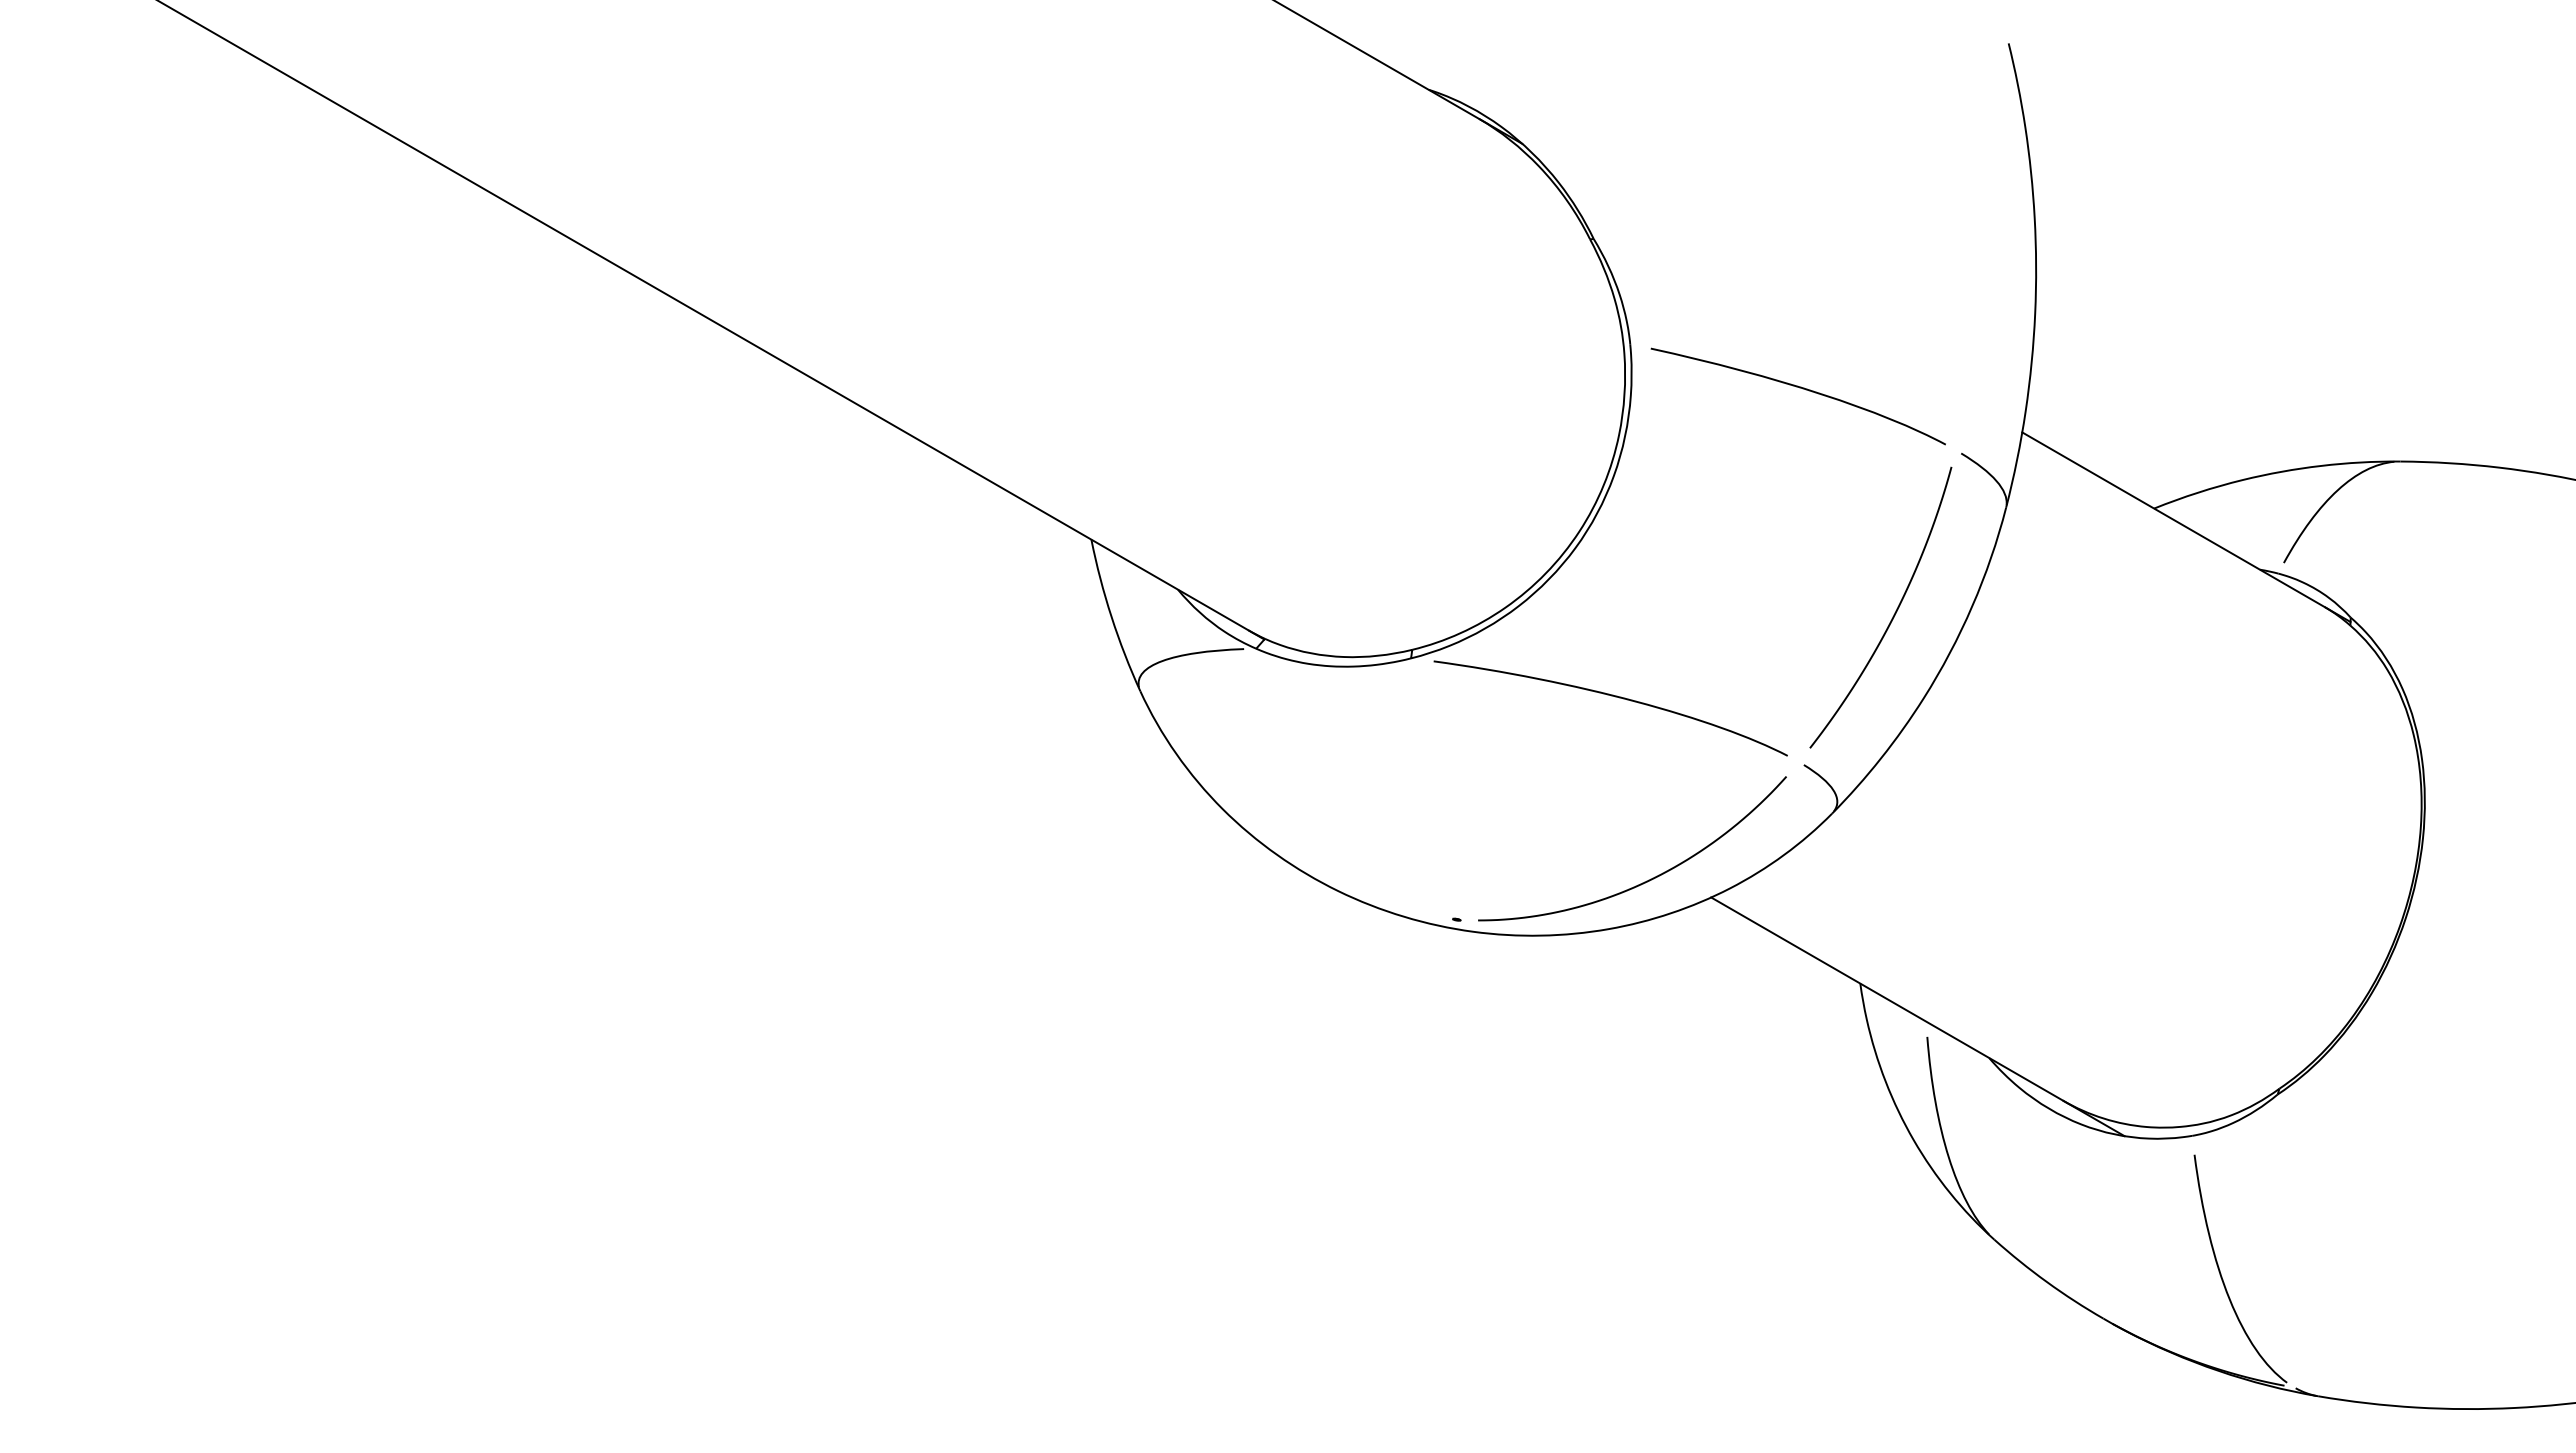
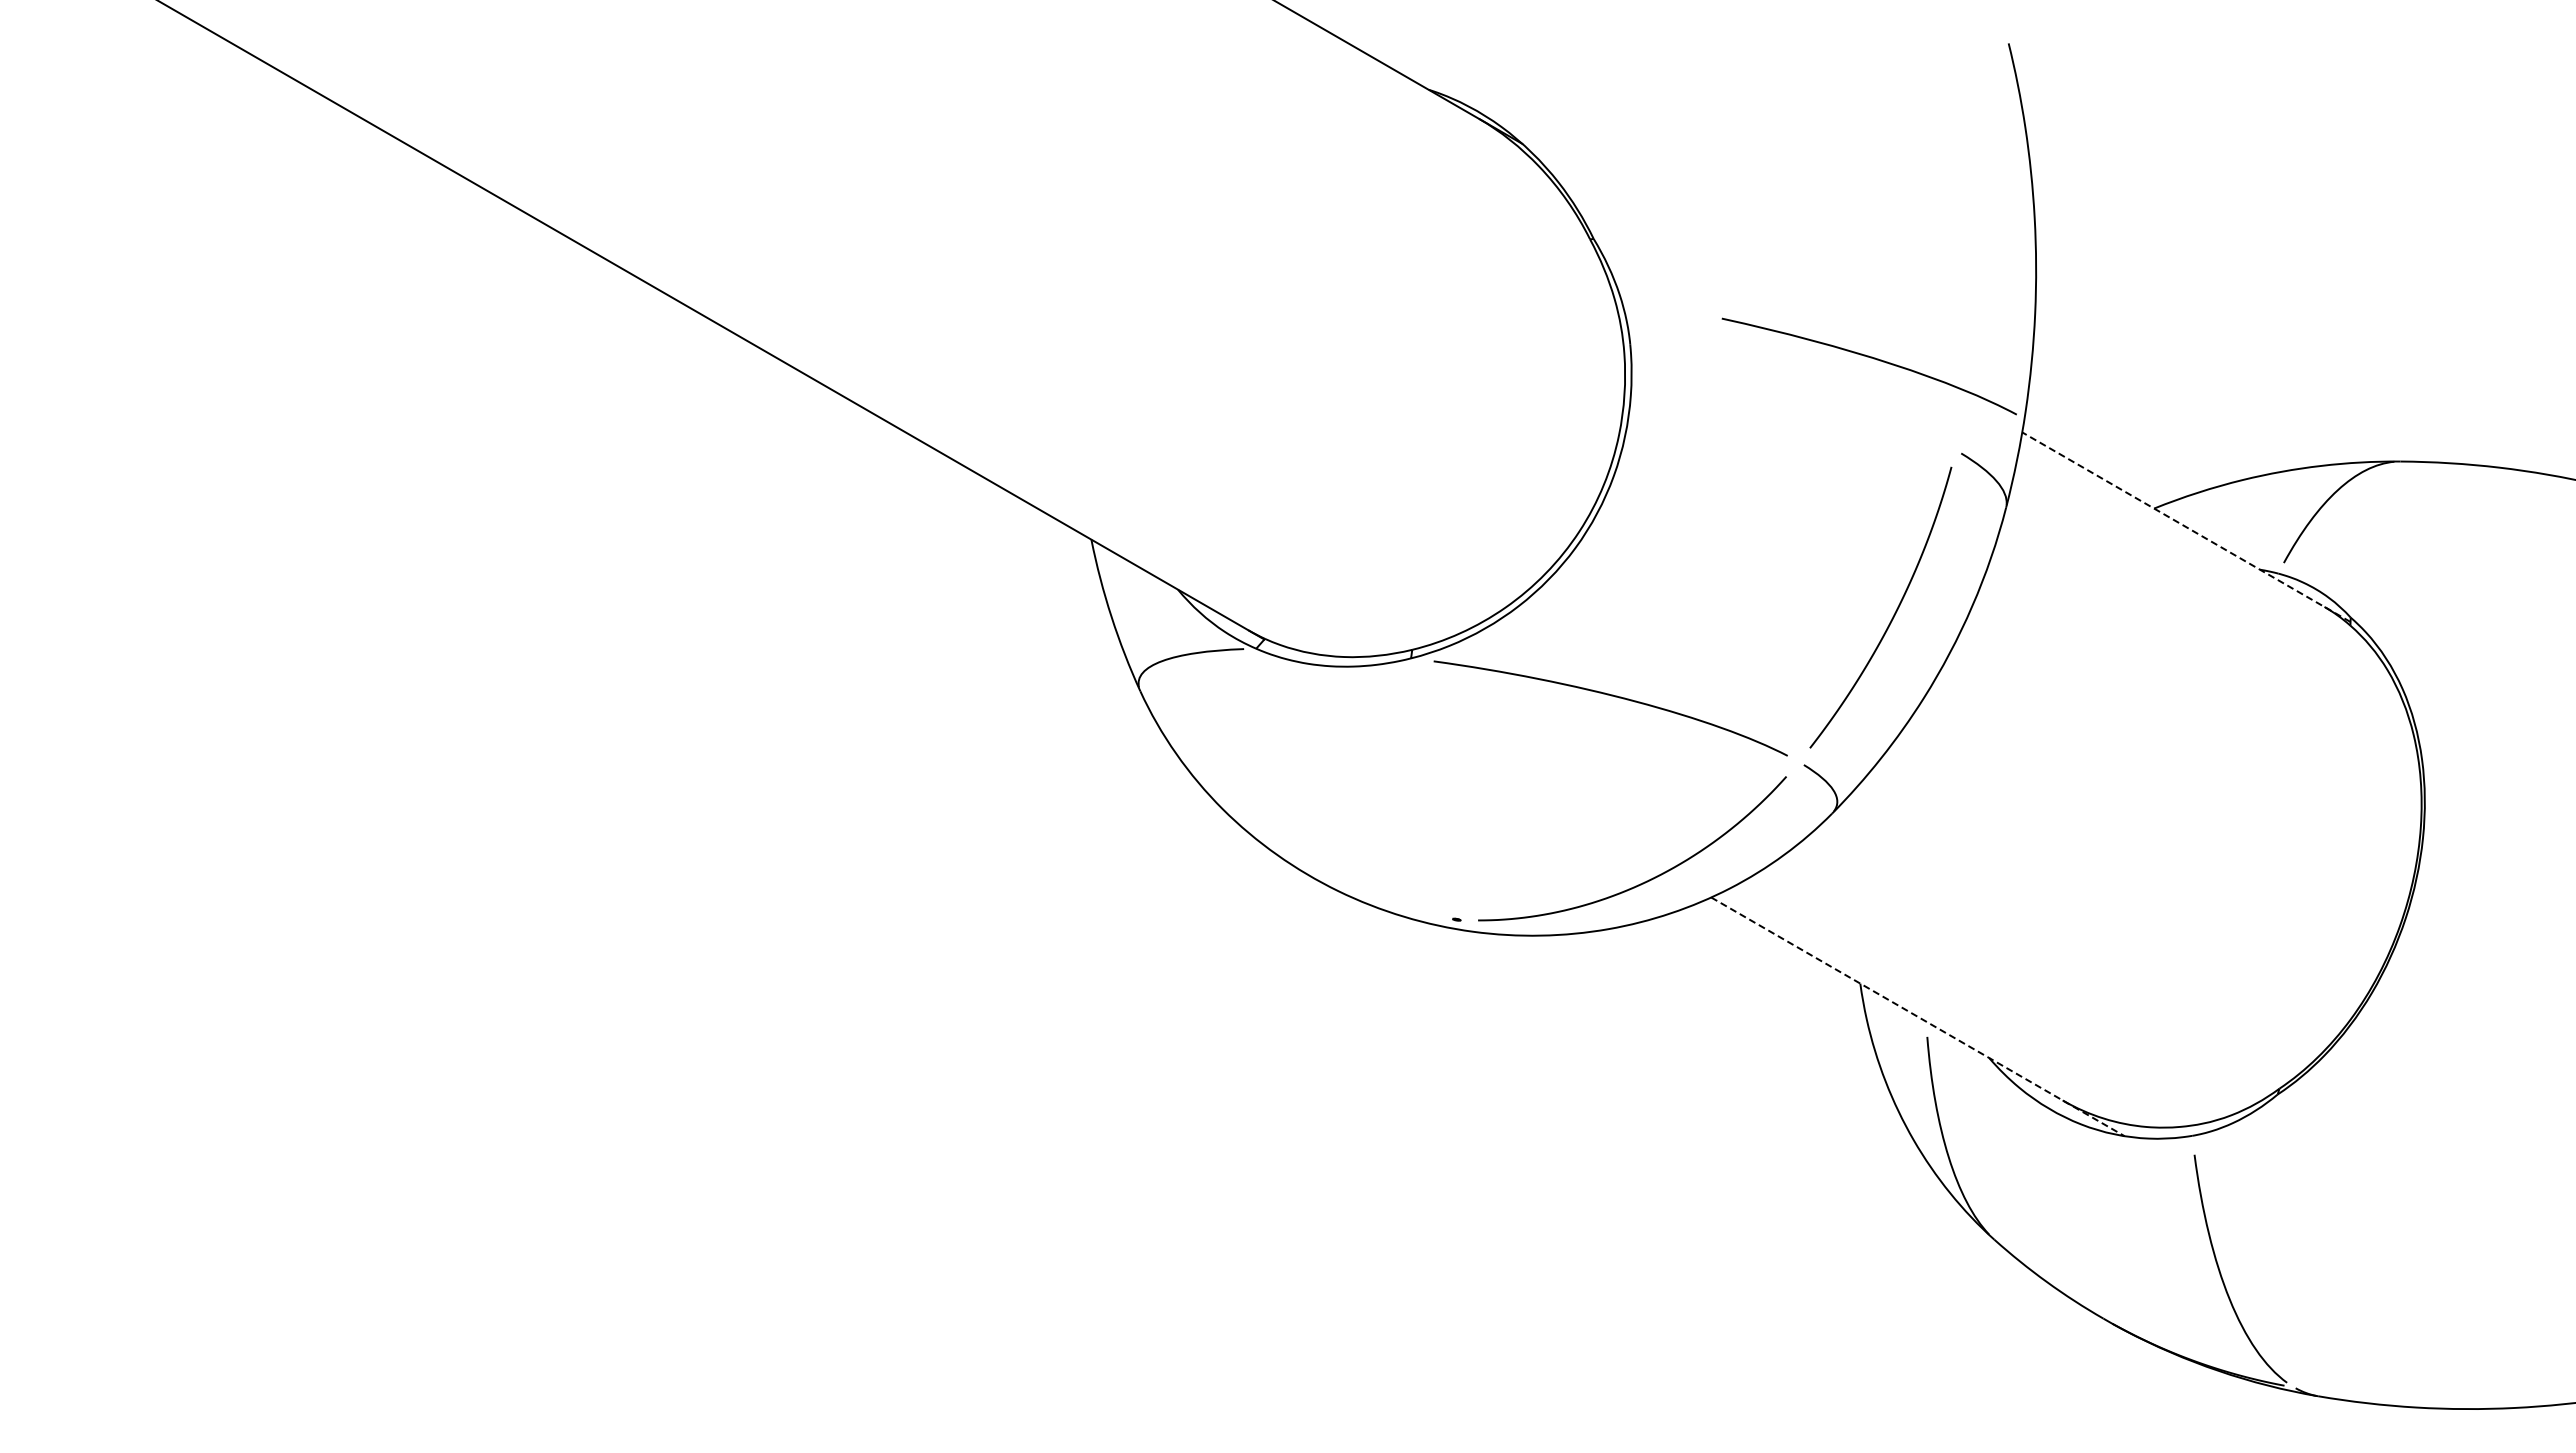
curve at (1799, 388) position: (1799, 388) -> (1870, 358)
line at (2186, 527): solid -> dashed
line at (1917, 1016): solid -> dashed
